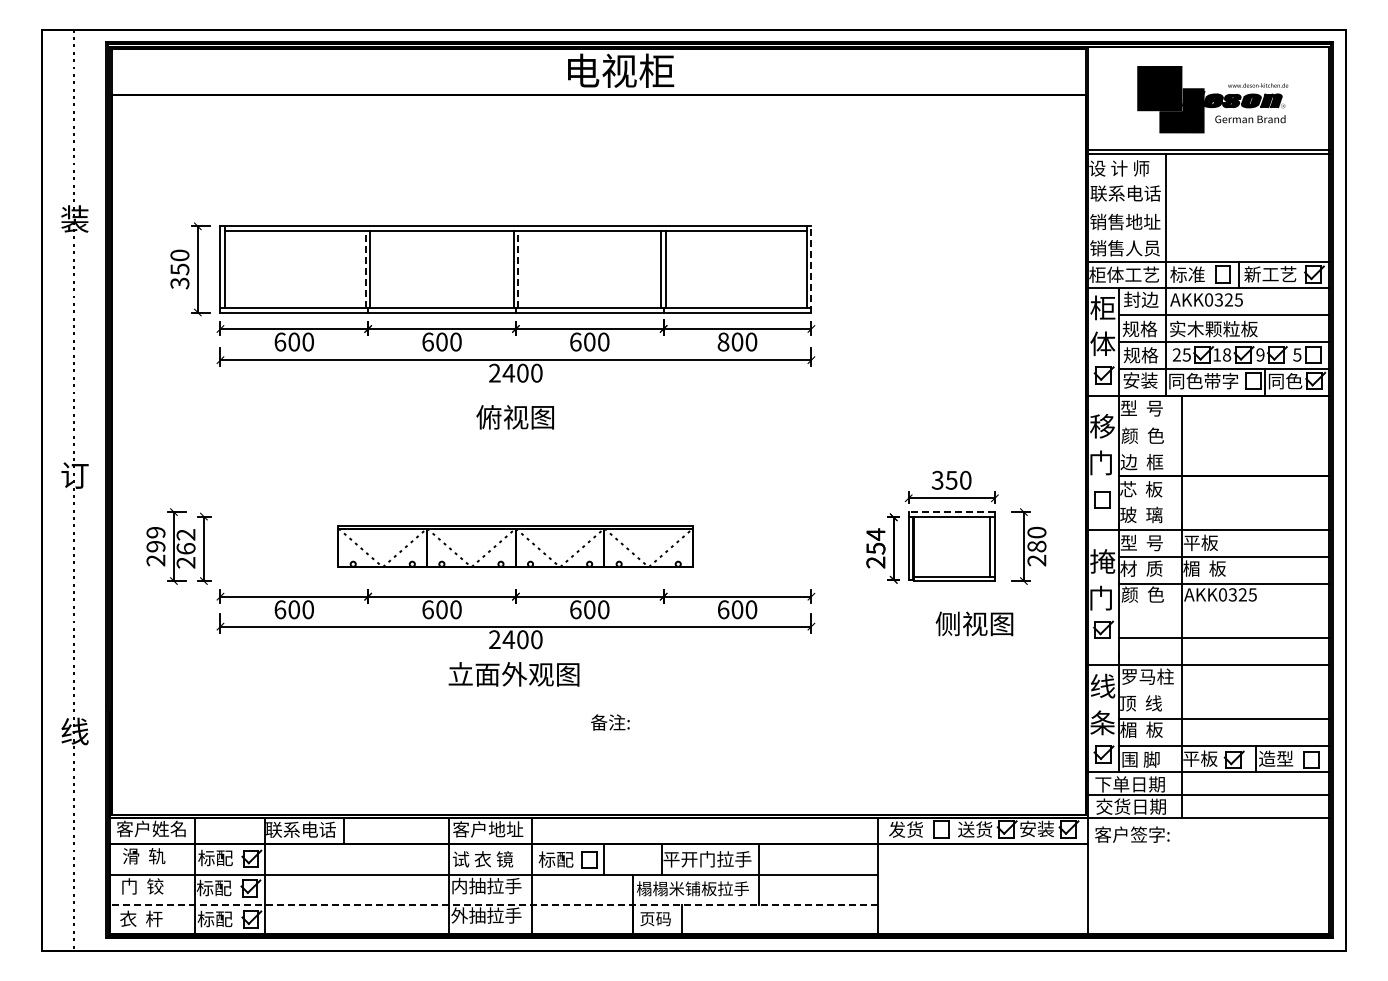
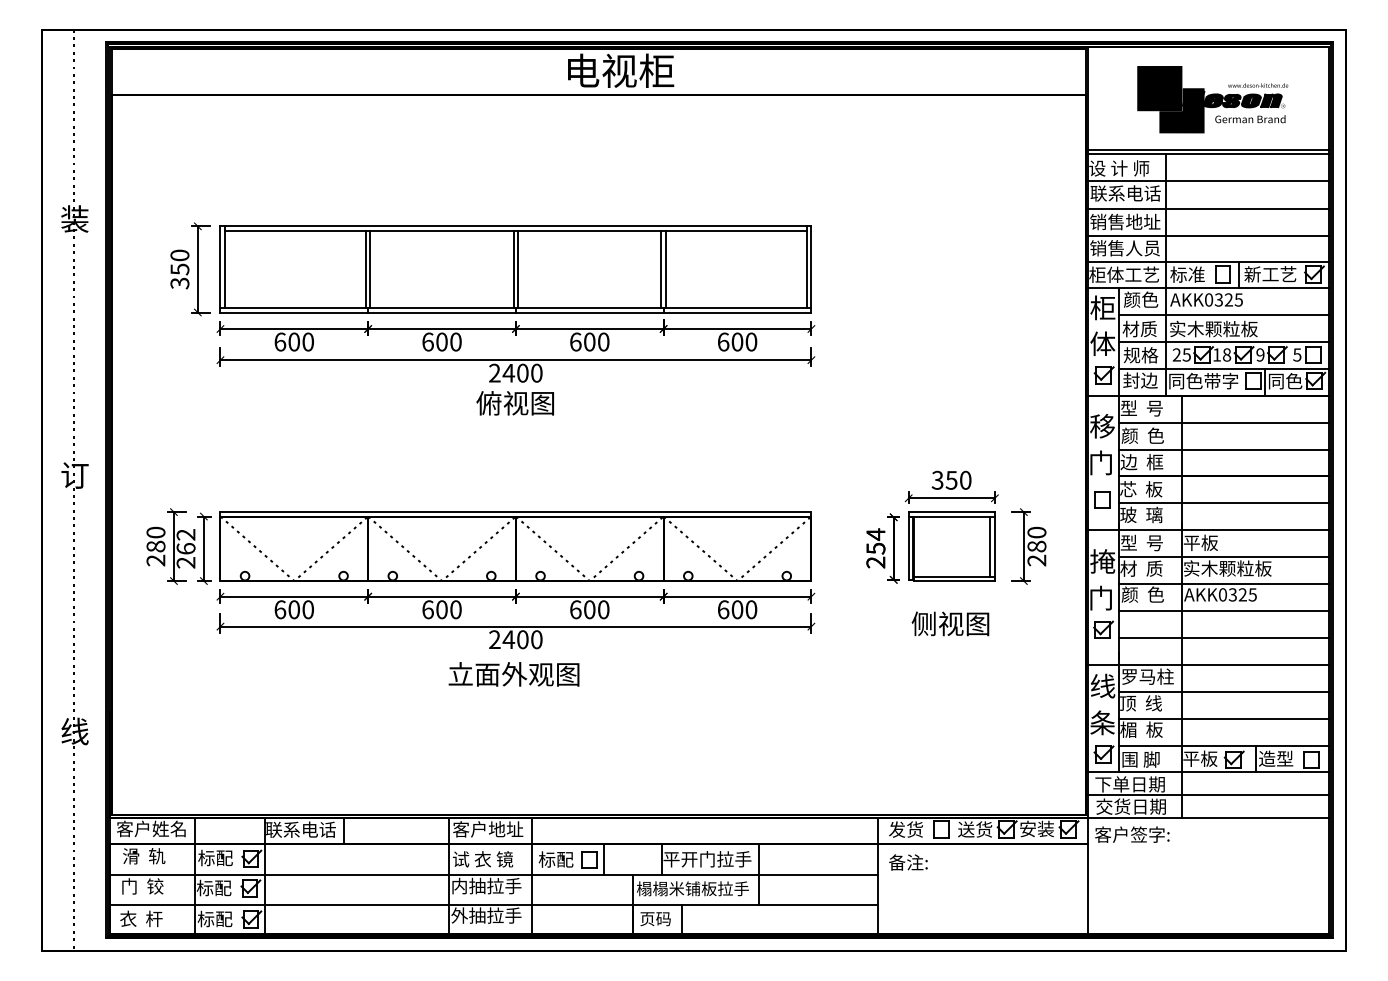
line at (1208, 181): none -> present
line at (1208, 208): none -> present
line at (1208, 235): none -> present
line at (811, 268): dashed -> solid
line at (365, 269): dashed -> solid
line at (518, 269): dashed -> solid
text at (1141, 299): 封边 -> 颜色
text at (1139, 328): 规格 -> 材质
text at (723, 341): 800 -> 600
text at (1140, 380): 安装 -> 封边
text at (514, 417) position: (514, 417) -> (514, 403)
line at (1224, 422): none -> present
line at (1224, 449): none -> present
line at (1224, 503): none -> present
line at (951, 512): dashed -> solid
text at (155, 539): 299 -> 280
part at (515, 546) size: 357x43 px -> 593x71 px
text at (1227, 568): 楣  板 -> 实木颗粒板
line at (1224, 611): none -> present
text at (974, 623) position: (974, 623) -> (950, 623)
line at (1224, 691): none -> present
text at (610, 722) position: (610, 722) -> (908, 862)
line at (493, 904): dashed -> solid
